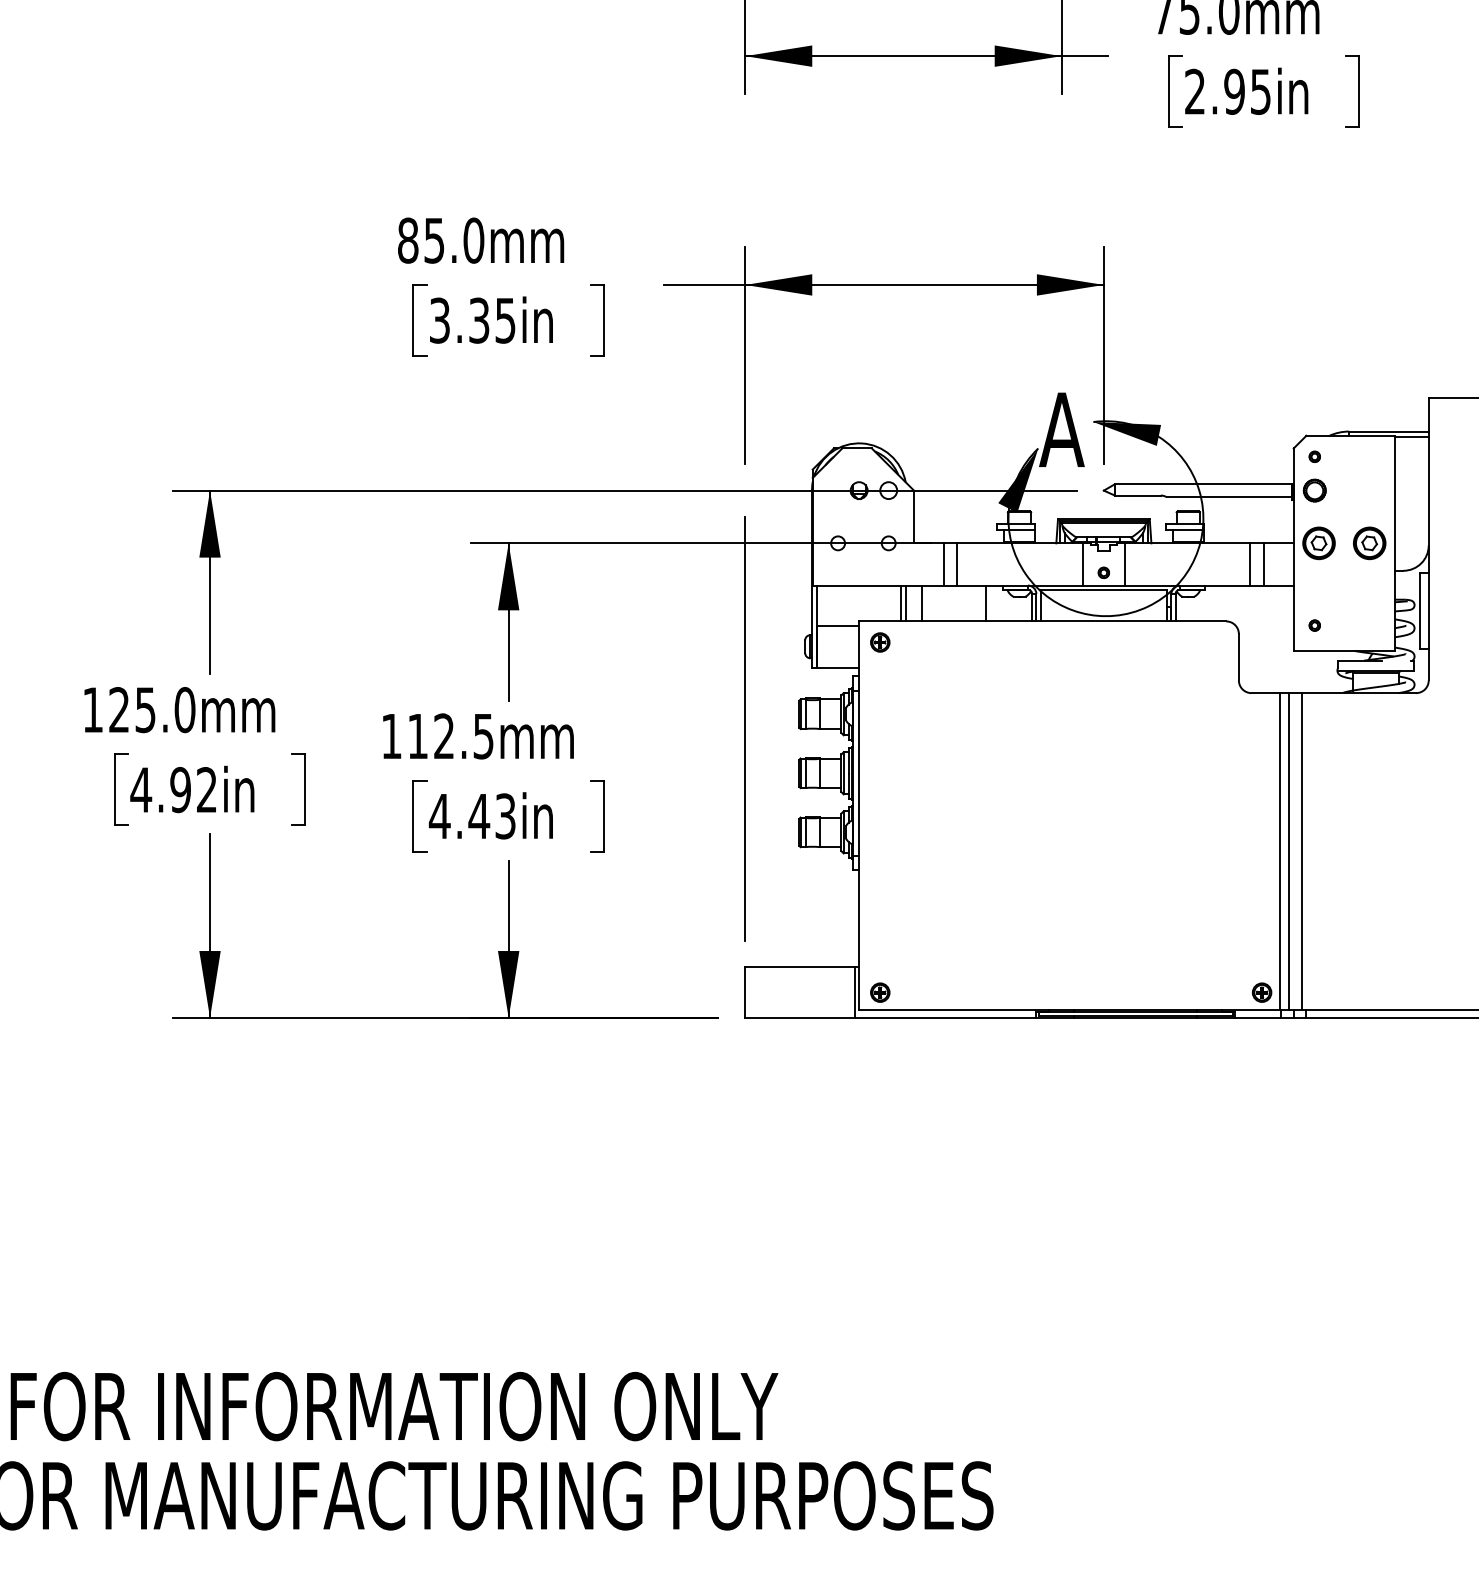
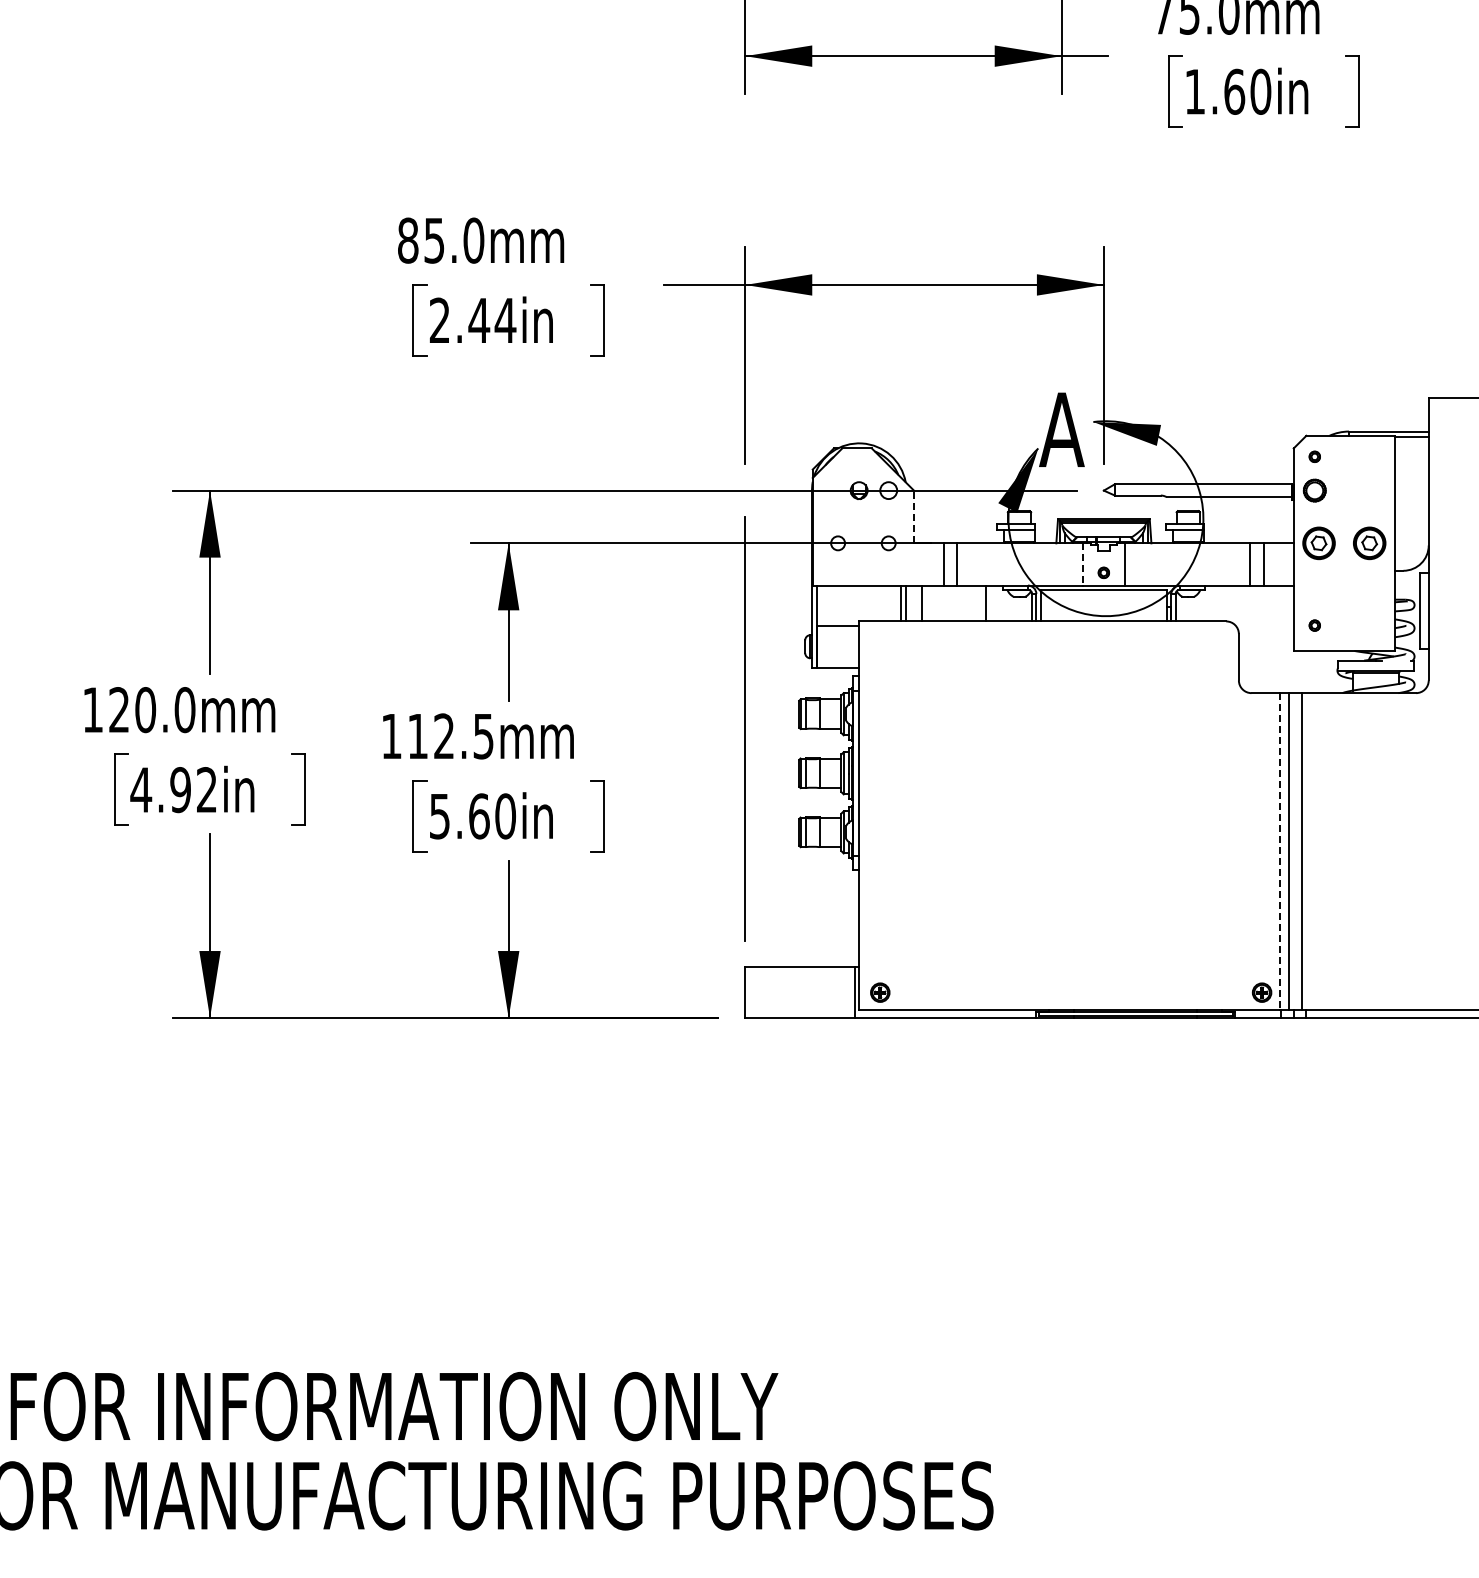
text at (1228, 91): 2.95in -> 1.60in
text at (472, 320): 3.35in -> 2.44in
line at (914, 516): solid -> dashed
line at (1082, 564): solid -> dashed
part at (880, 642): present -> none
text at (145, 710): 125.0mm -> 120.0mm
text at (472, 816): 4.43in -> 5.60in
line at (1280, 851): solid -> dashed
